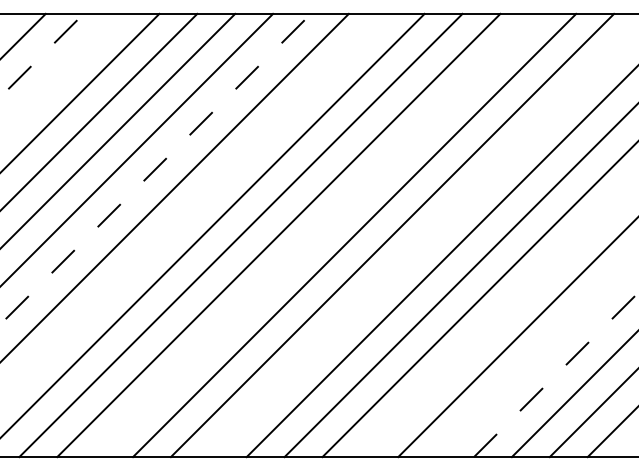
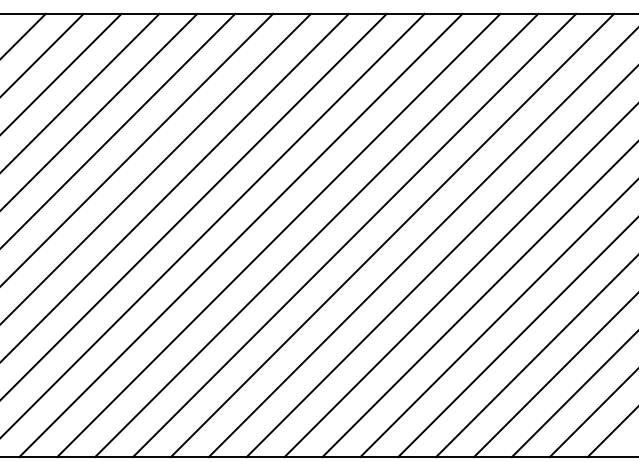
line at (41, 55): dashed -> solid
line at (61, 72): none -> present
line at (156, 168): dashed -> solid
line at (194, 205): none -> present
line at (316, 235): none -> present
line at (421, 243): none -> present
line at (497, 319): none -> present
line at (535, 357): none -> present
line at (556, 374): dashed -> solid
